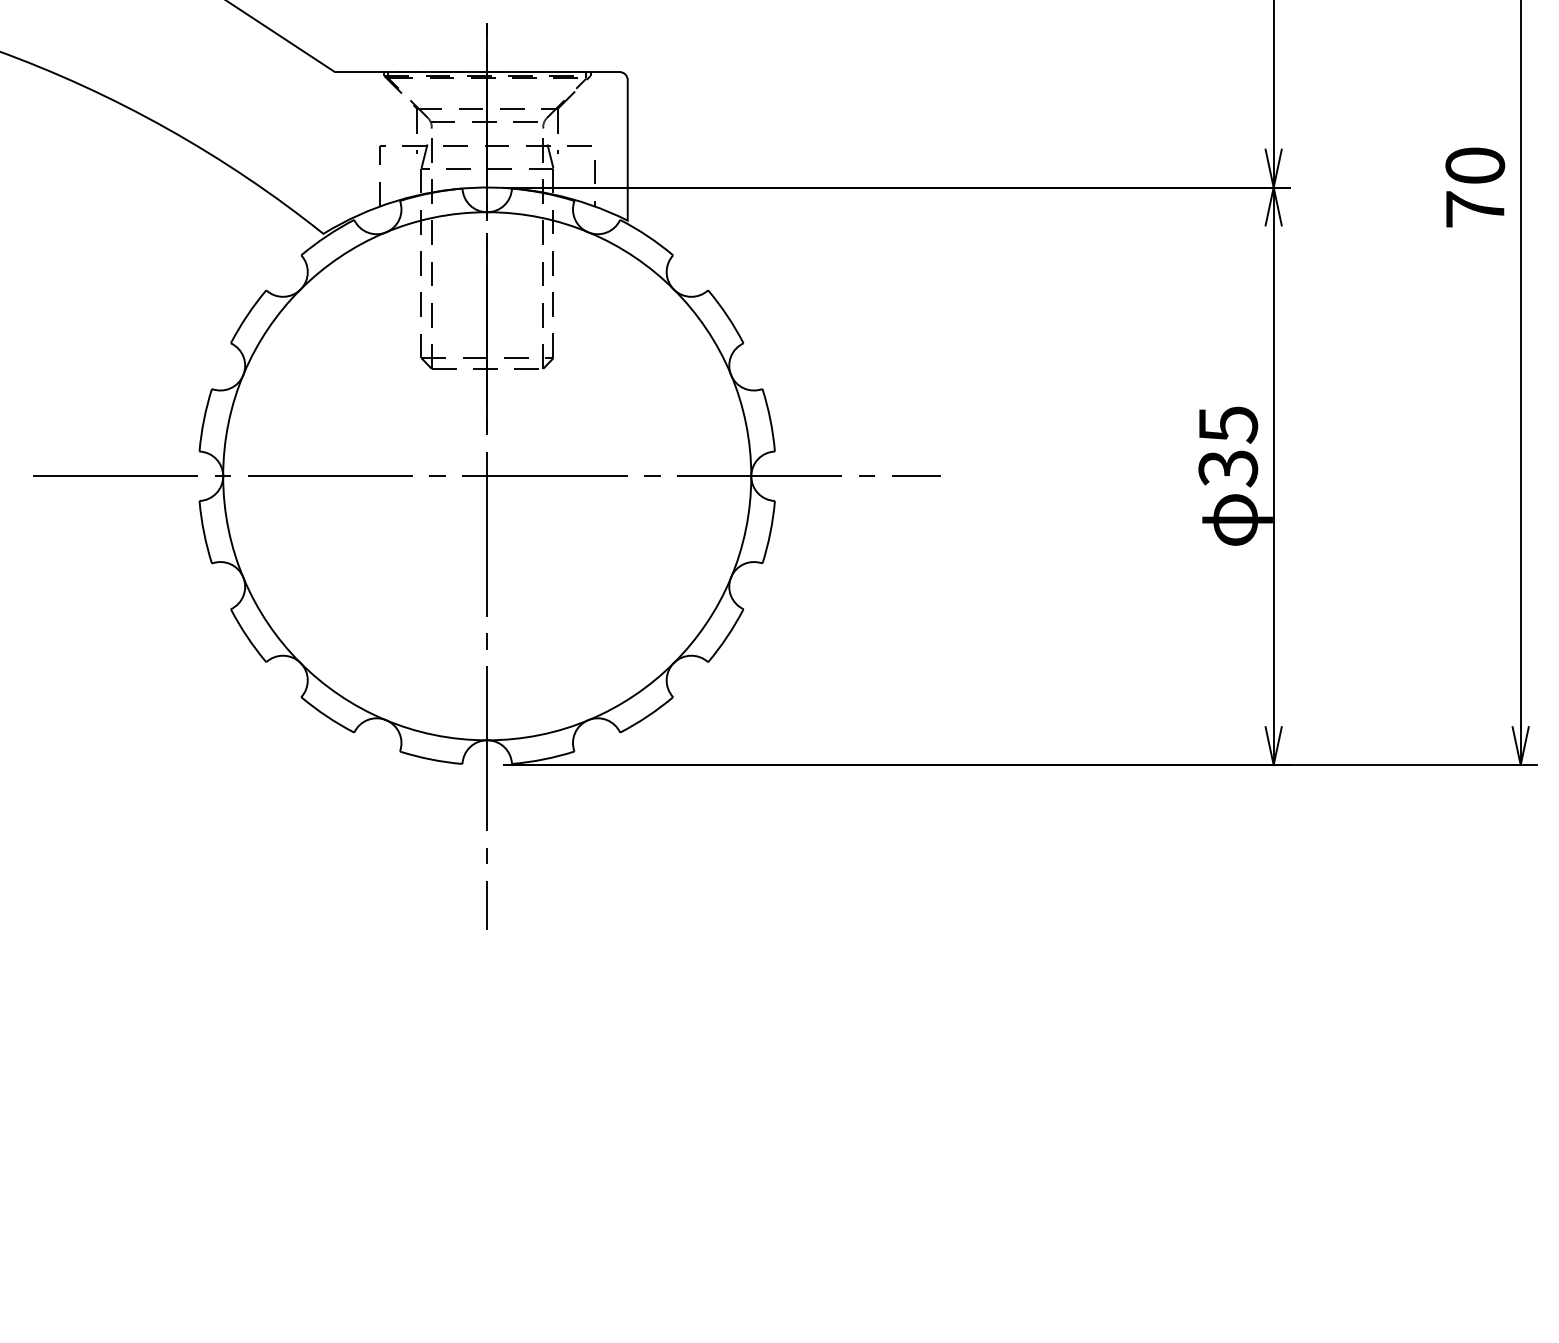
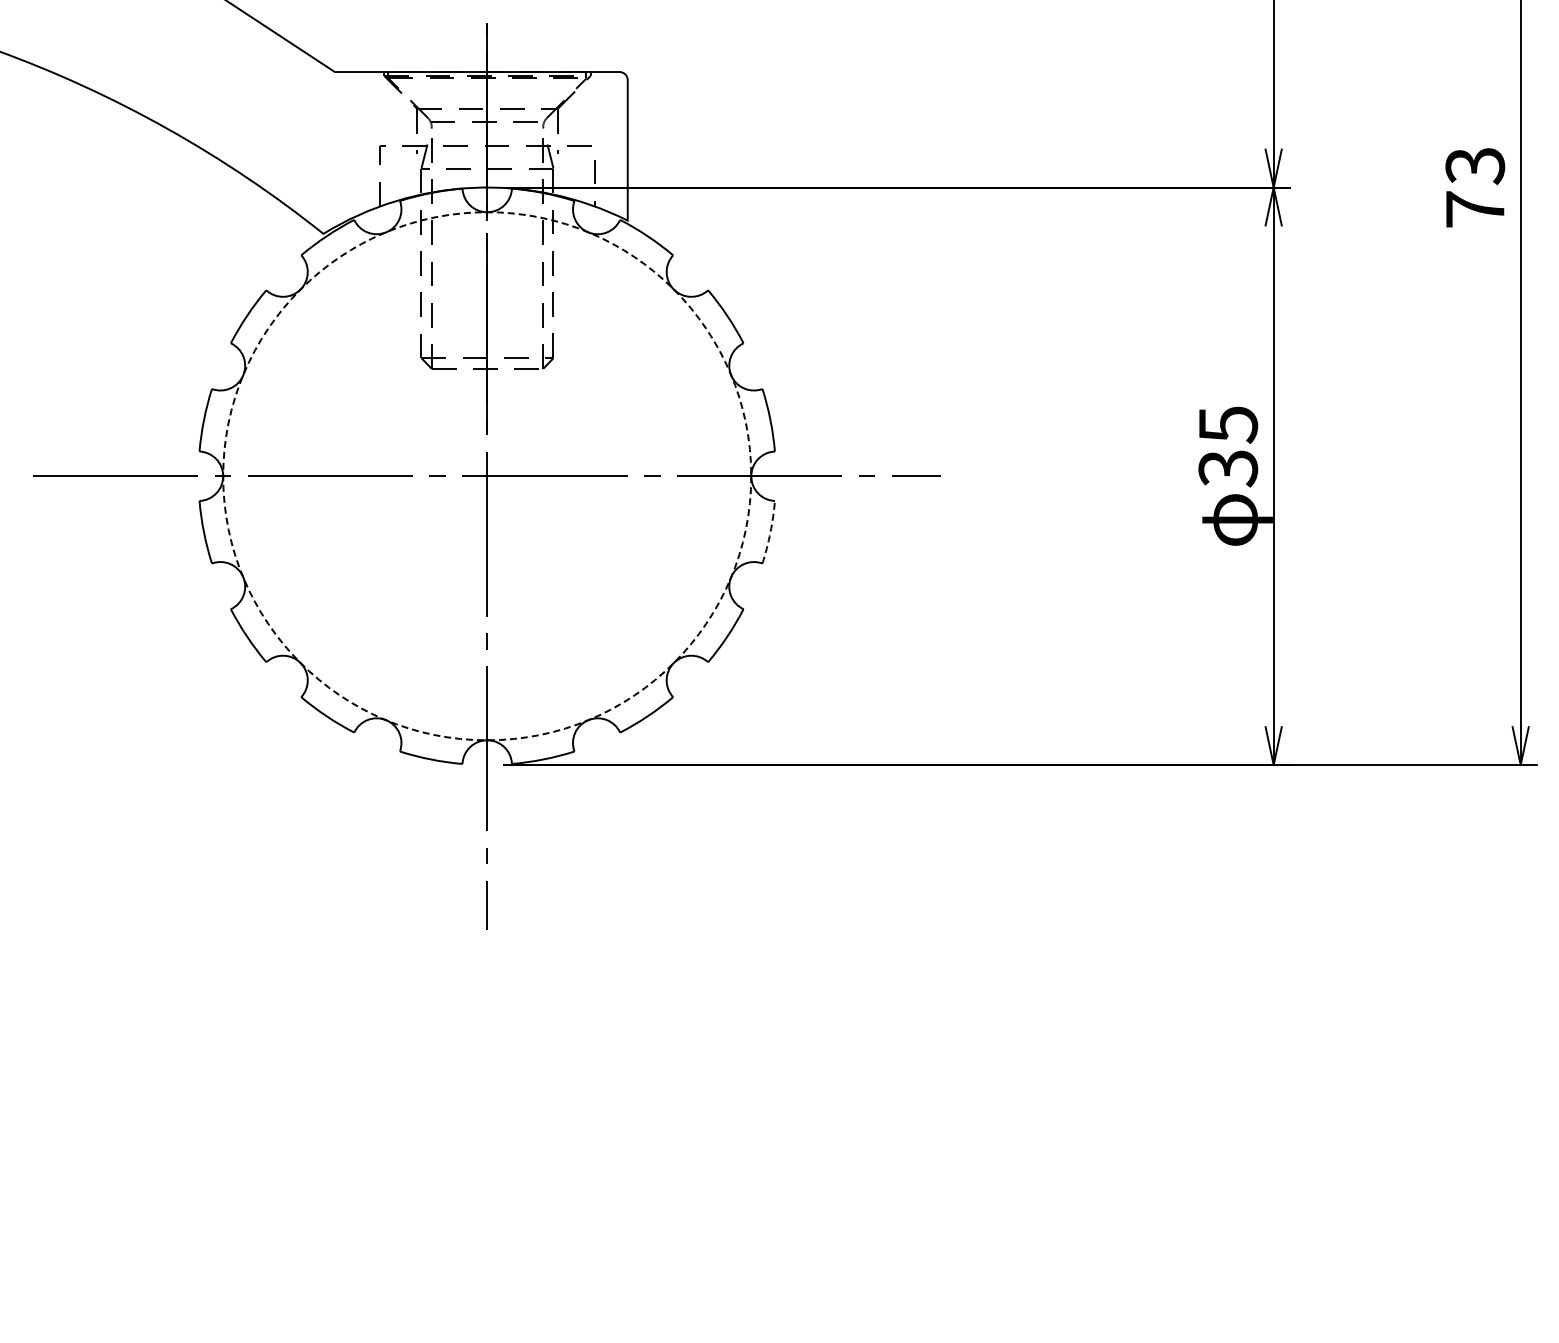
text at (1475, 165): 70 -> 73
circle at (487, 476): solid -> dashed
arc at (770, 532): solid -> dashed
